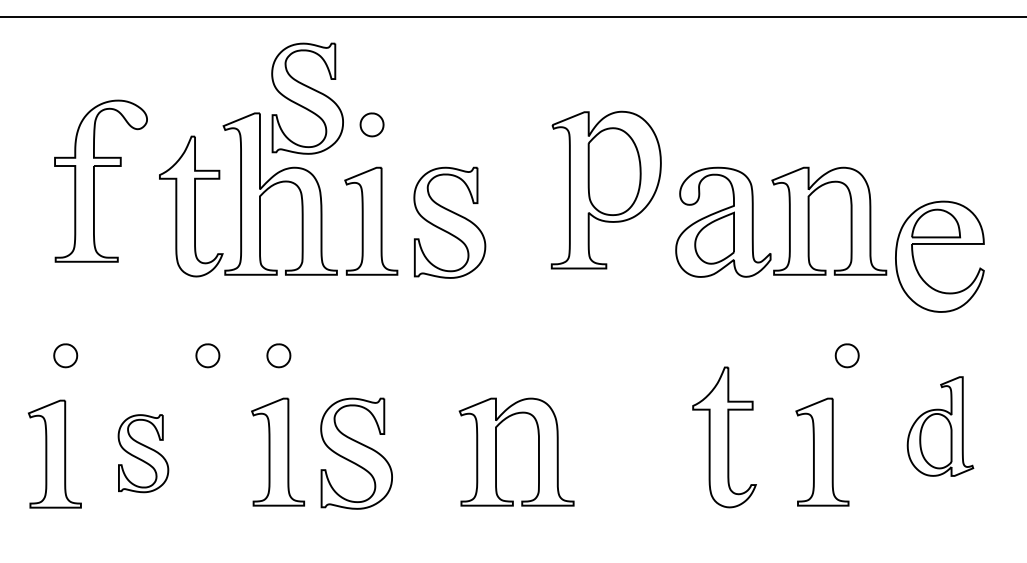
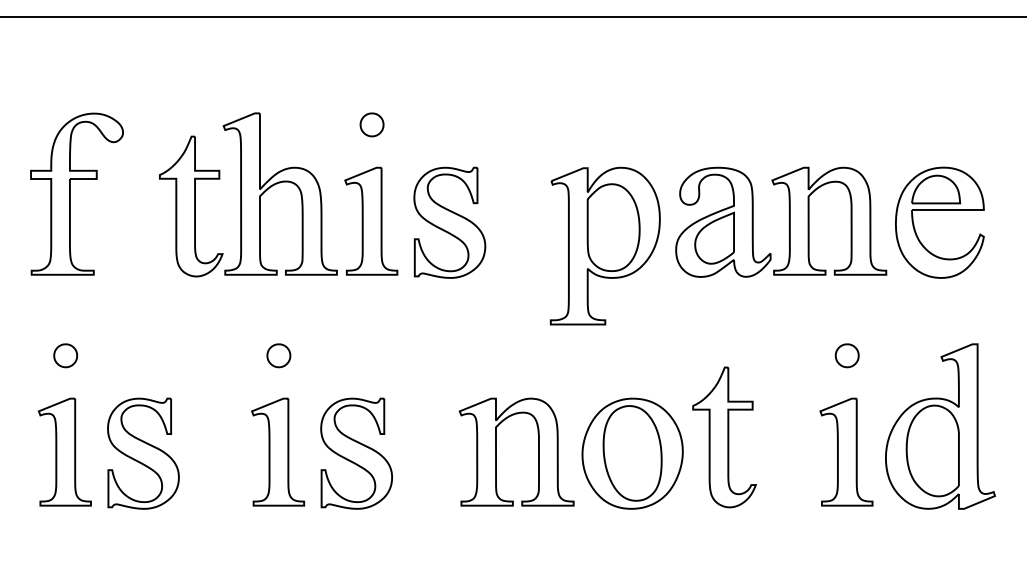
part at (307, 98): present -> none
part at (100, 180) position: (100, 180) -> (76, 193)
part at (605, 189) position: (605, 189) -> (604, 245)
part at (939, 244) position: (939, 244) -> (939, 210)
part at (207, 355): present -> none
part at (940, 426) size: 69x101 px -> 111x167 px
part at (822, 451) position: (822, 451) -> (846, 451)
part at (54, 453) position: (54, 453) -> (64, 451)
part at (143, 453) size: 53x80 px -> 73x113 px
part at (632, 453): none -> present
